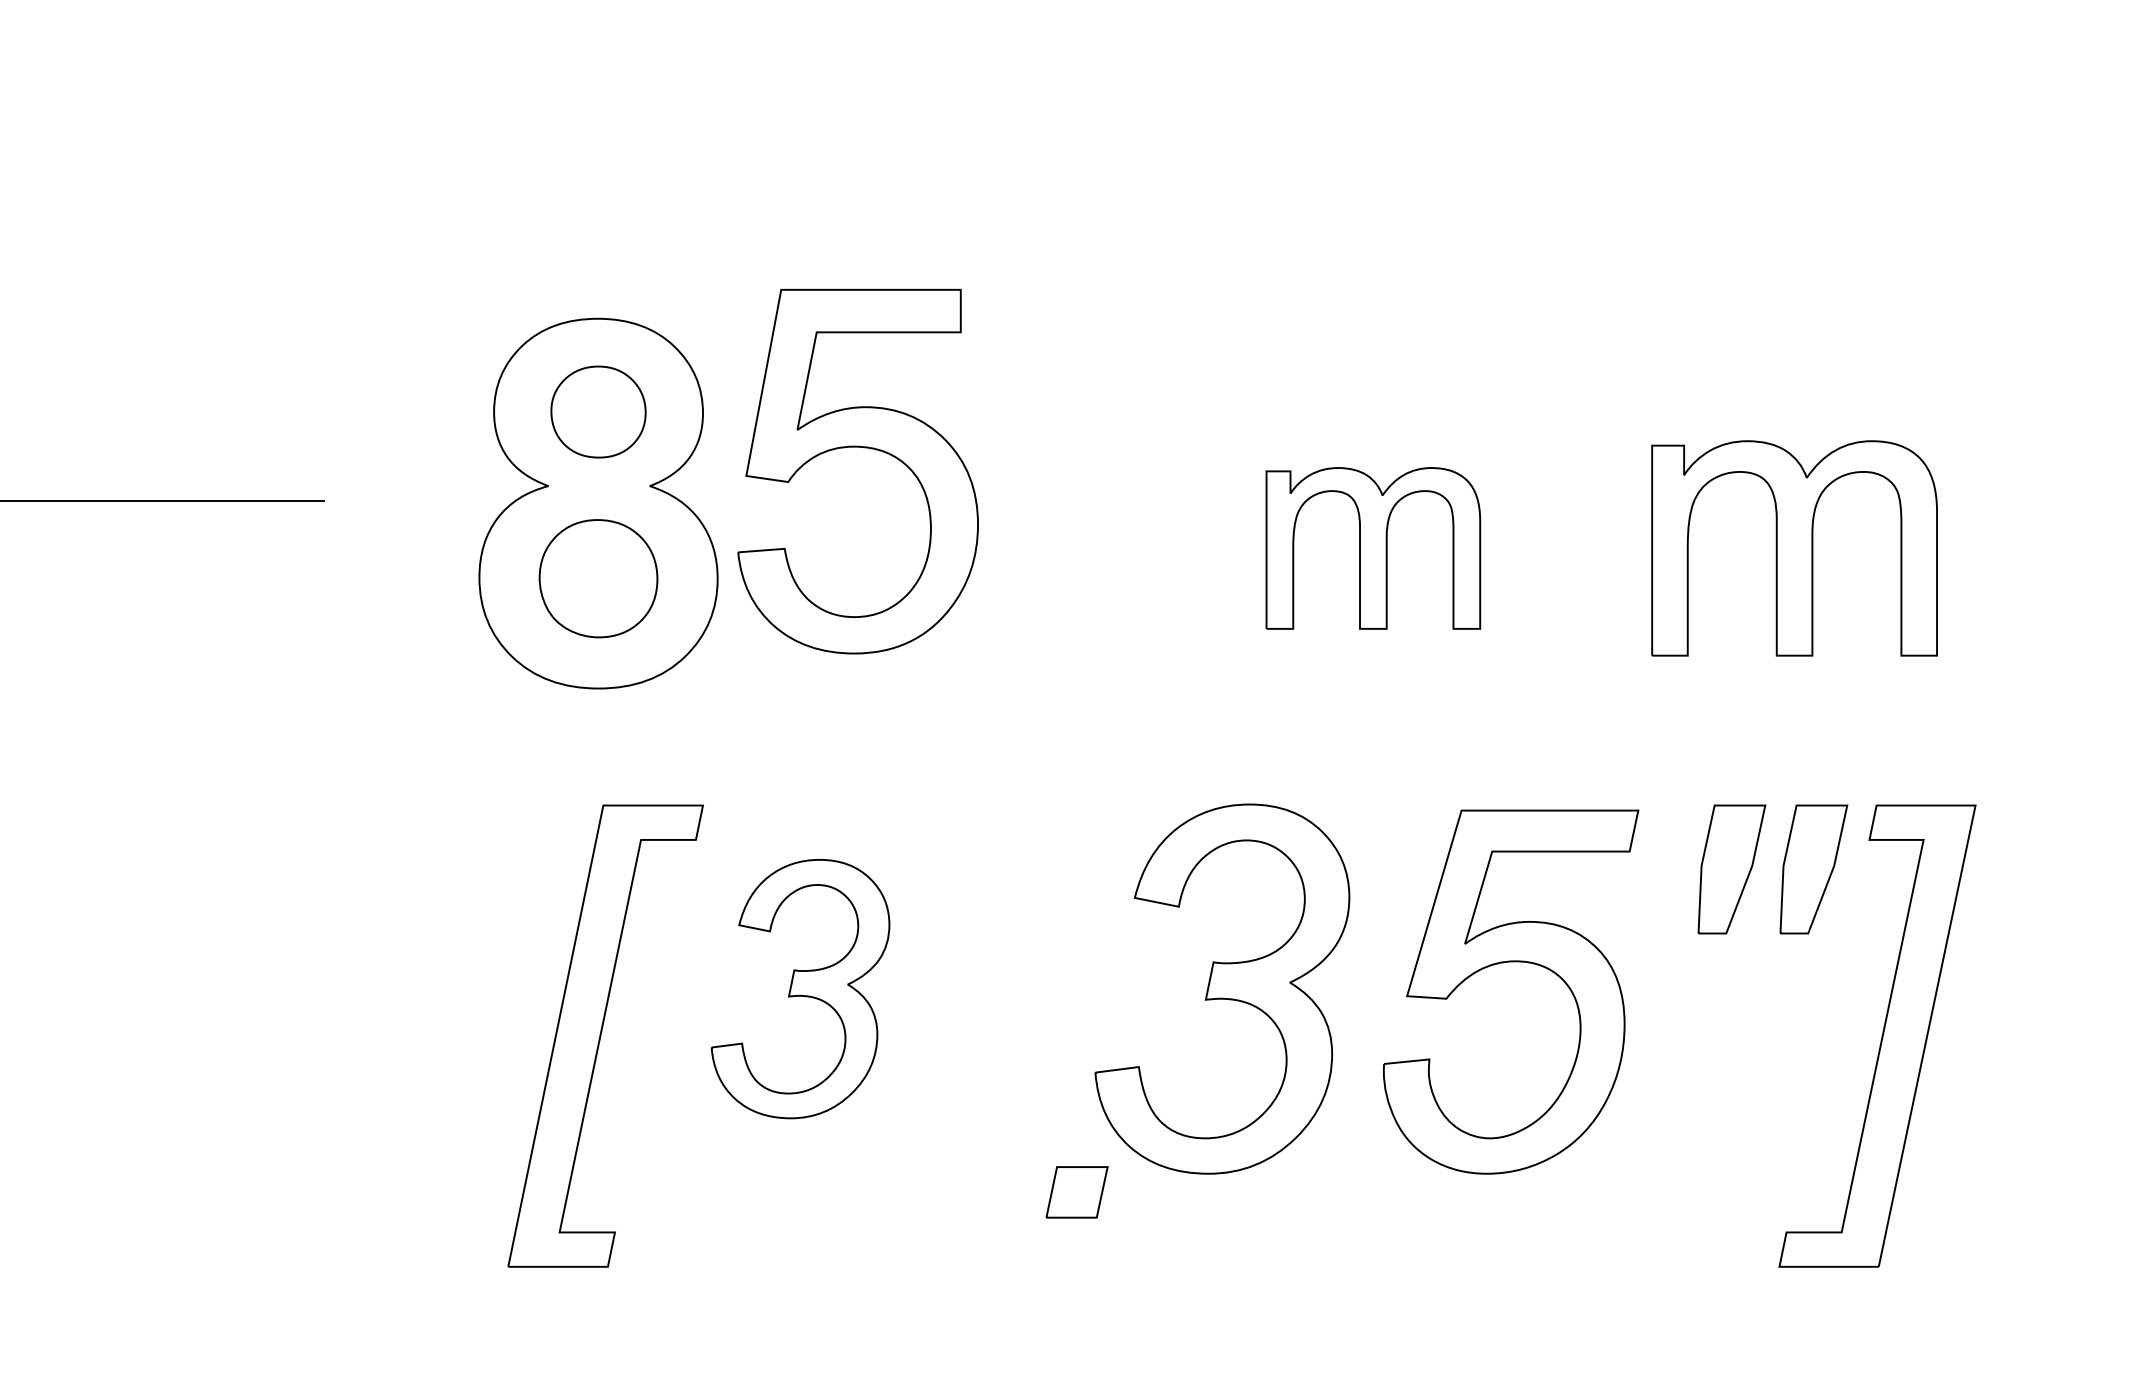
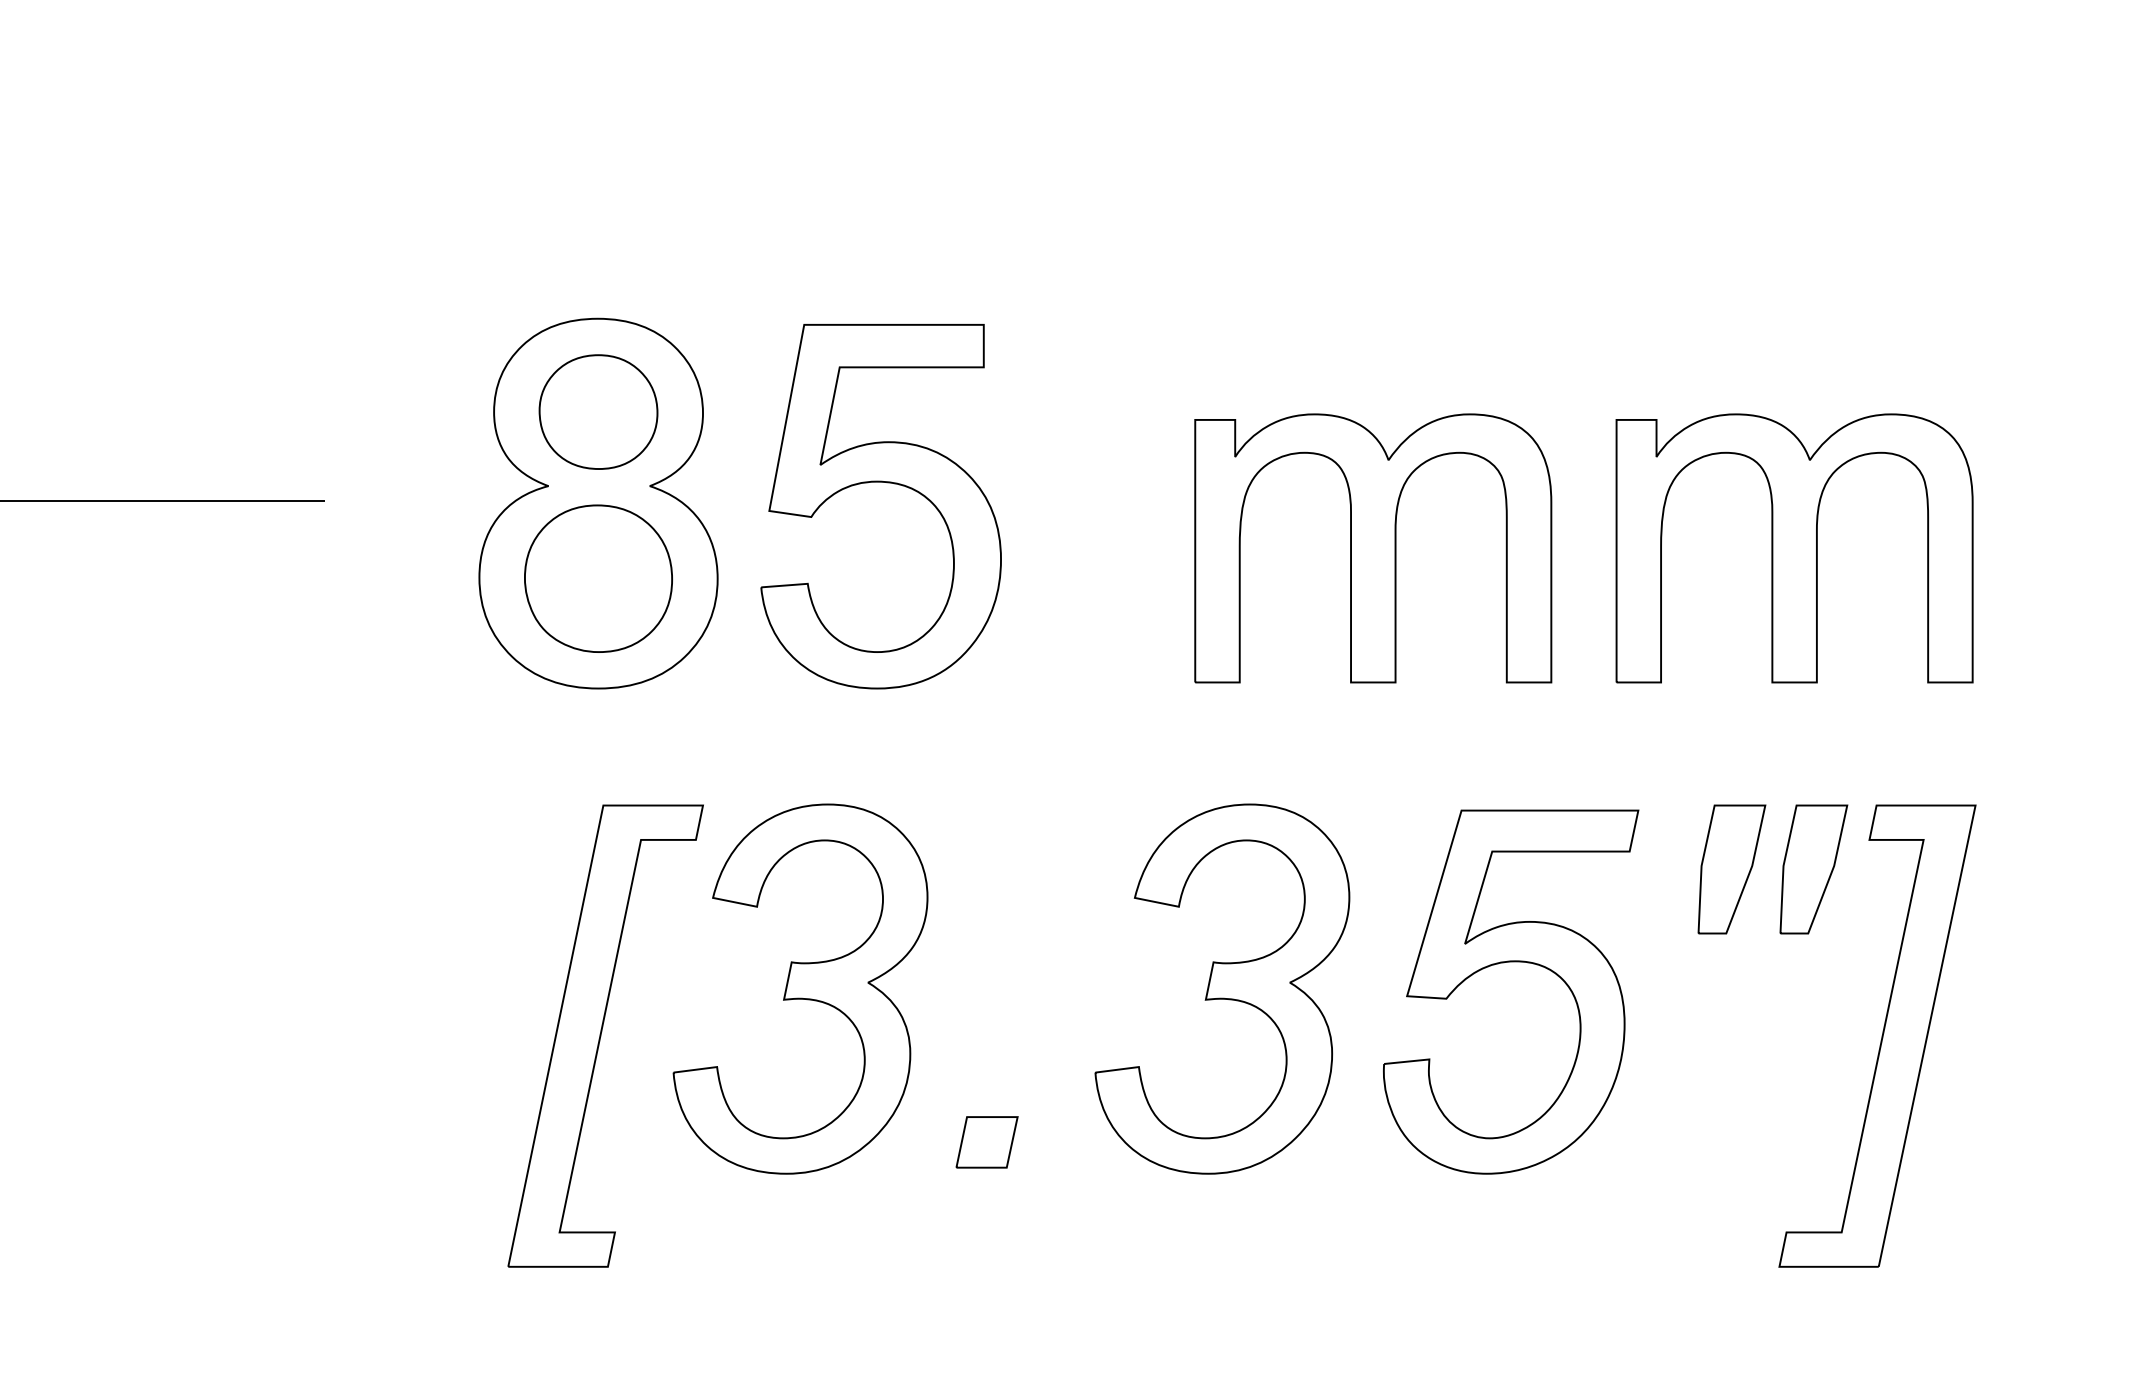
part at (598, 411) size: 97x94 px -> 121x116 px
part at (857, 447) position: (857, 447) -> (880, 482)
part at (1373, 548) size: 217x163 px -> 359x271 px
part at (1794, 548) size: 287x217 px -> 359x271 px
part at (598, 578) size: 121x120 px -> 149x149 px
part at (800, 989) size: 181x261 px -> 257x372 px
part at (1076, 1192) position: (1076, 1192) -> (986, 1142)
